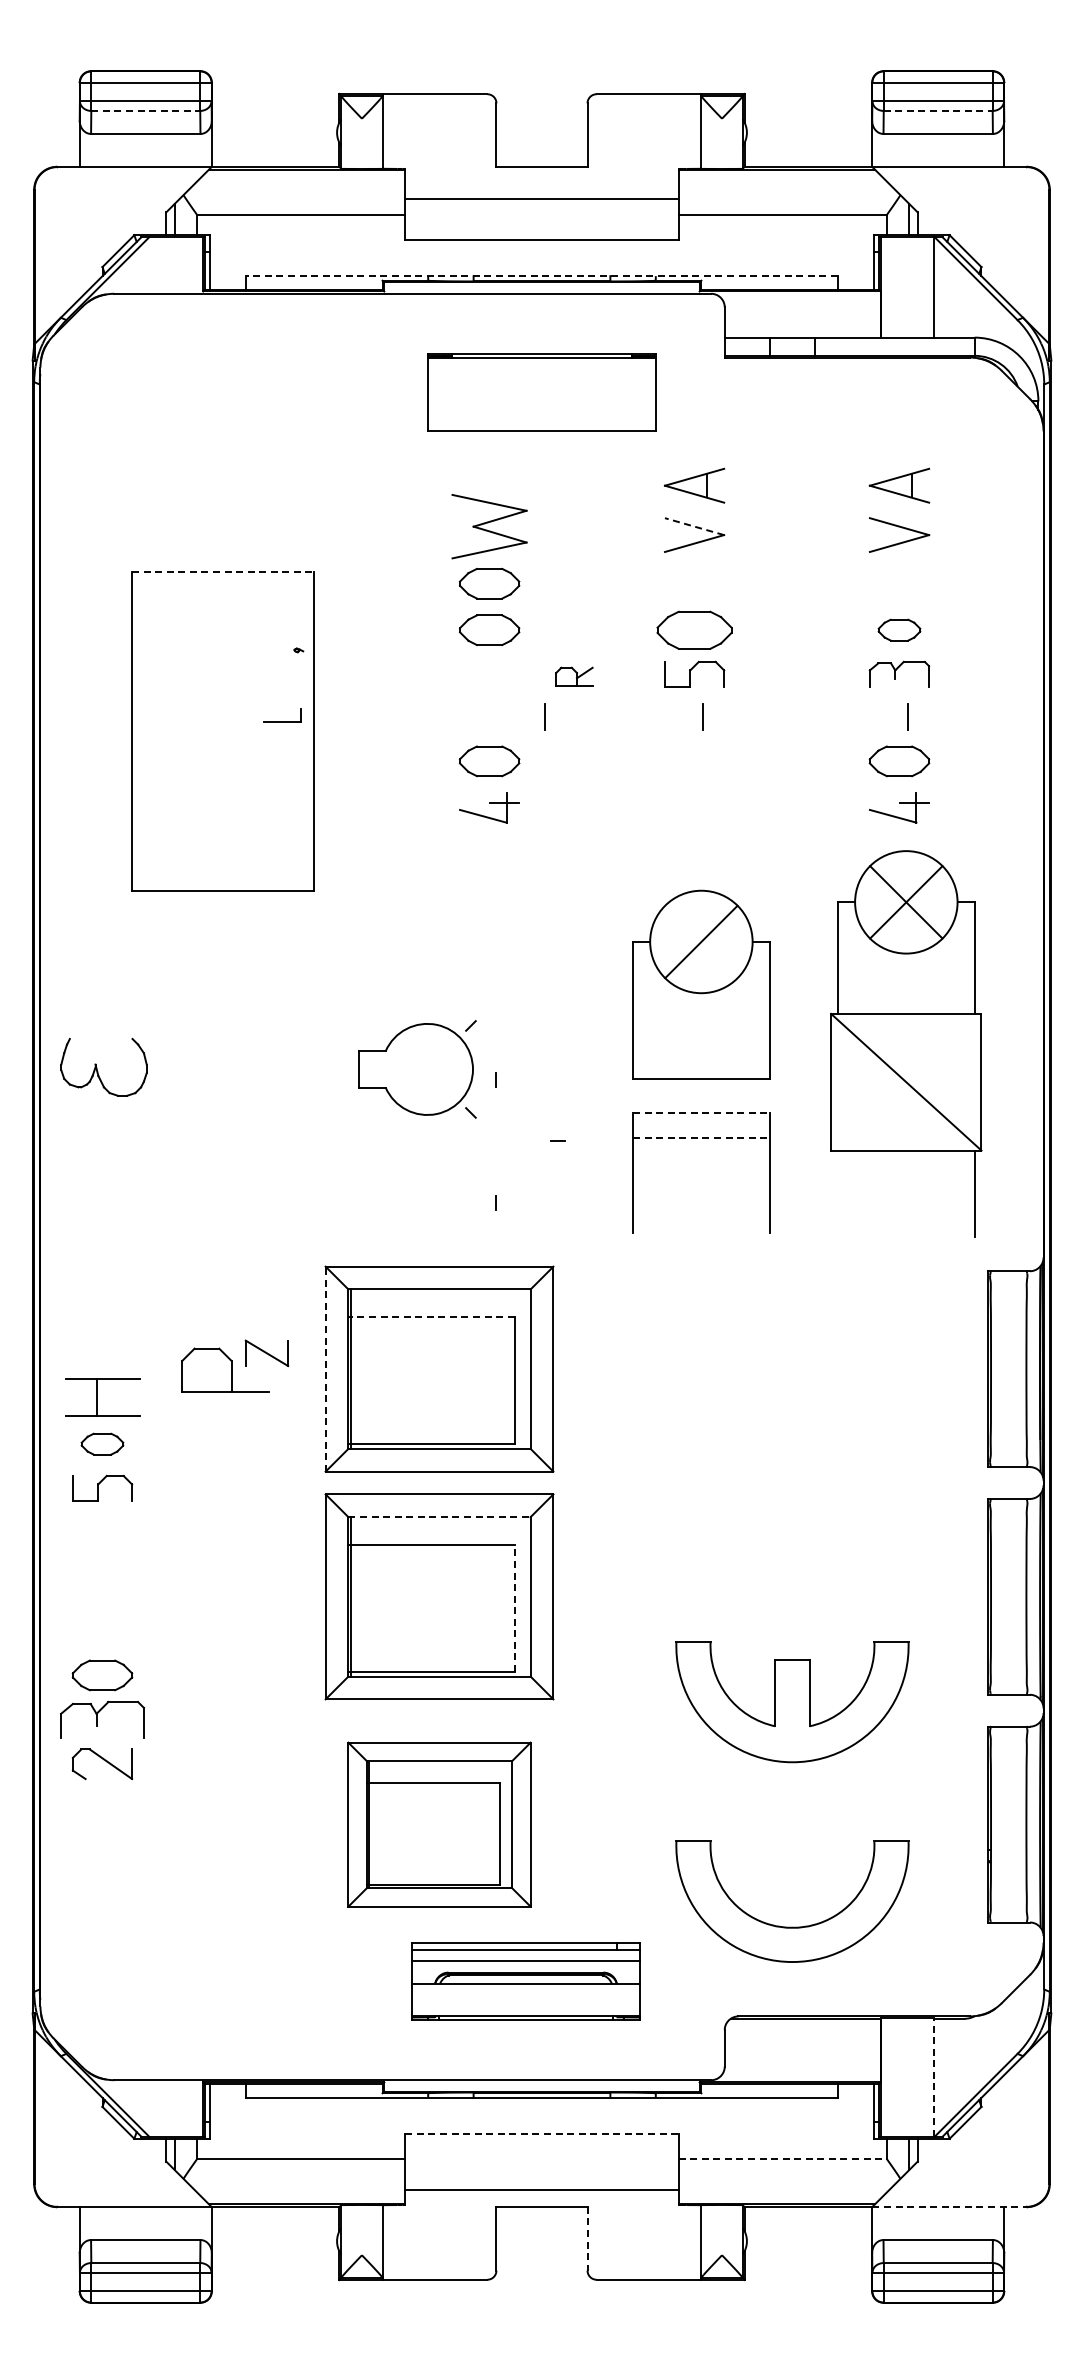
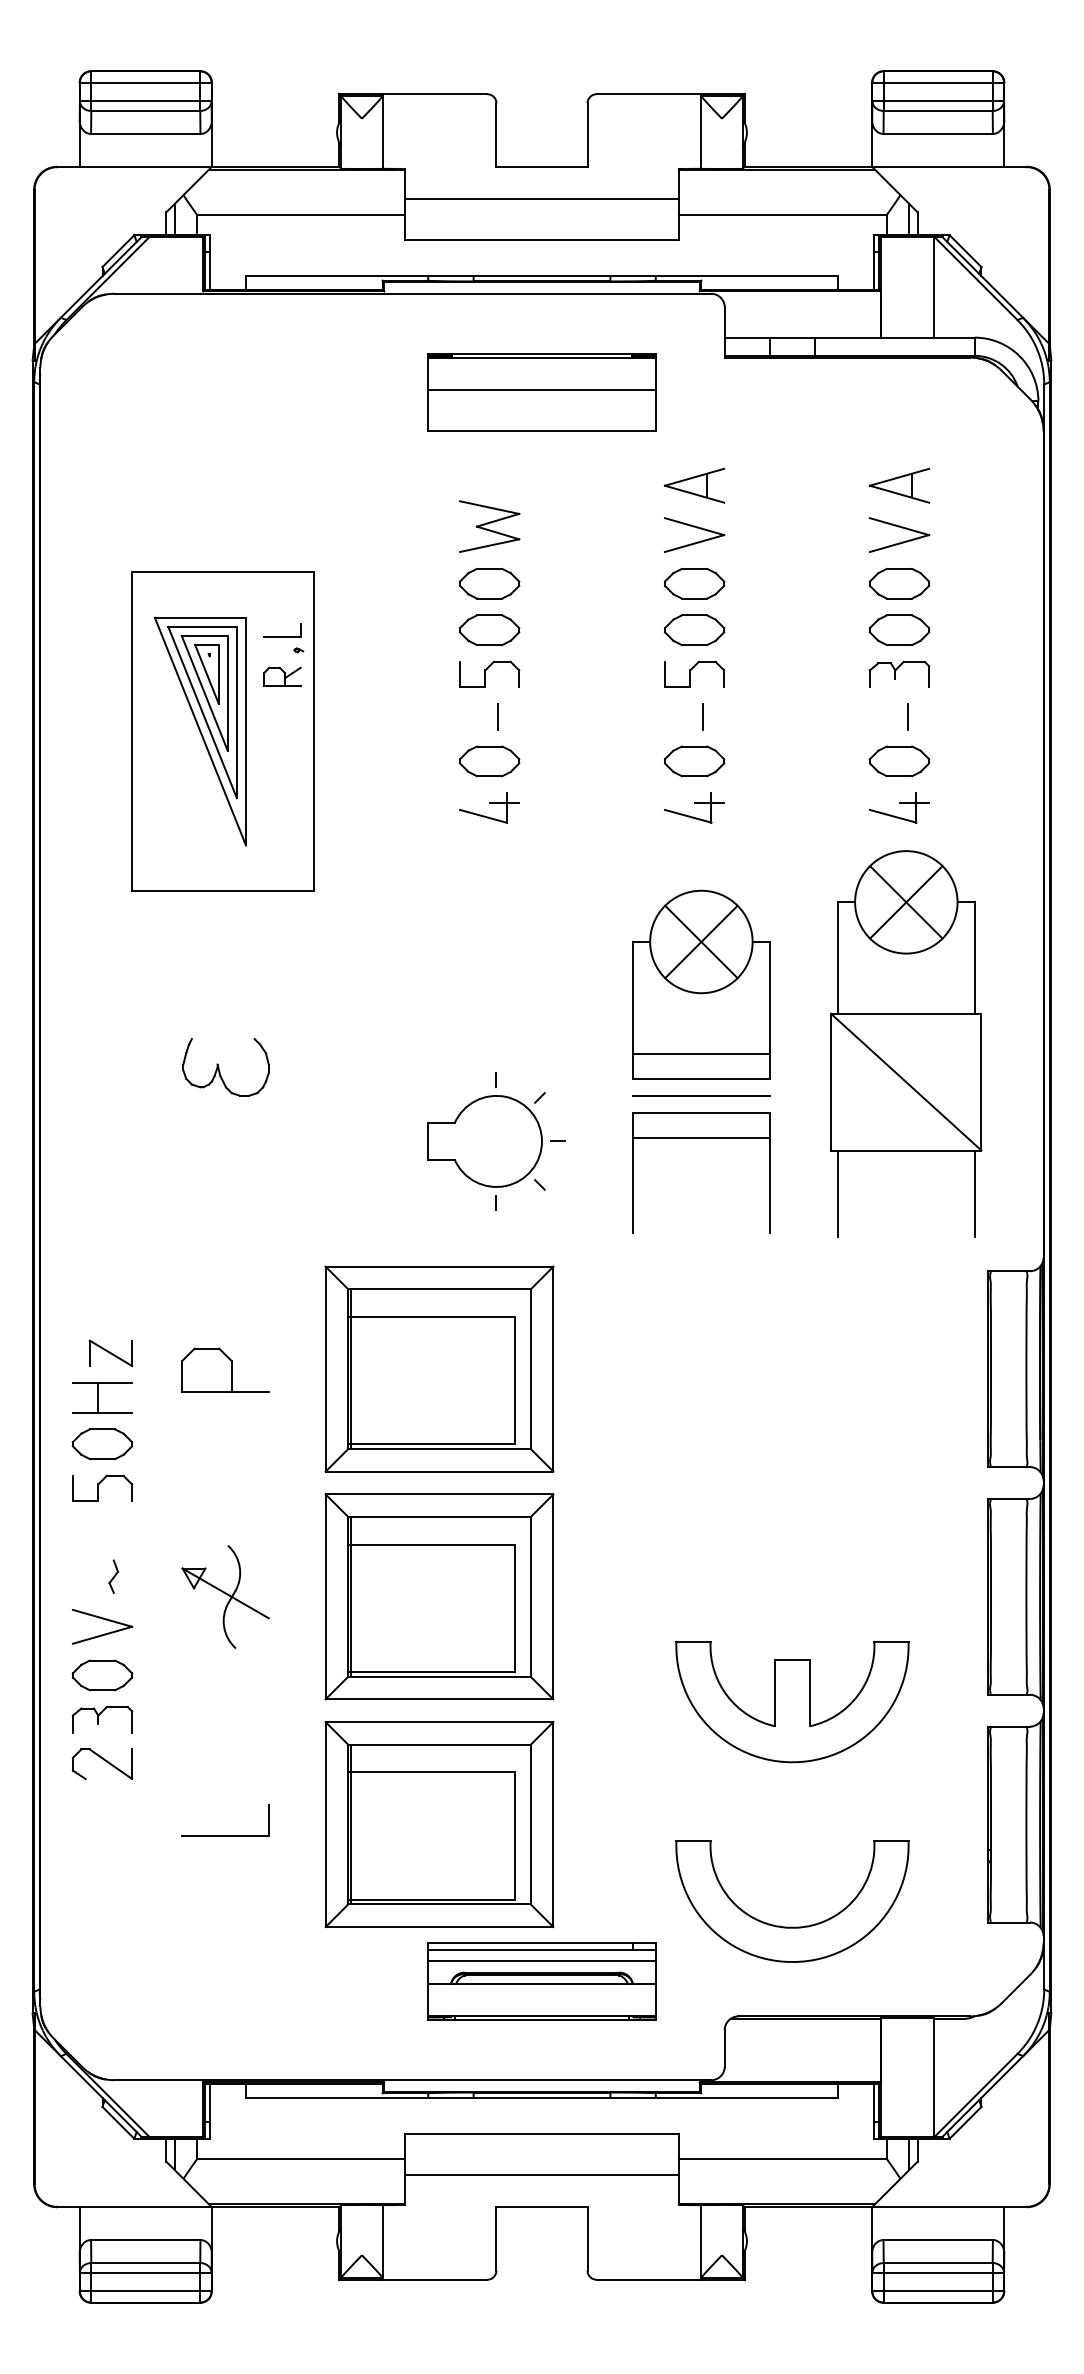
line at (146, 110): dashed -> solid
line at (938, 110): dashed -> solid
line at (541, 276): dashed -> solid
line at (541, 390): none -> present
part at (489, 526) size: 77x66 px -> 62x53 px
line at (694, 526): dashed -> solid
line at (223, 572): dashed -> solid
part at (694, 583): none -> present
part at (899, 583): none -> present
part at (694, 629) size: 77x40 px -> 63x32 px
part at (899, 629) size: 45x24 px -> 63x32 px
part at (489, 673): none -> present
part at (574, 676) position: (574, 676) -> (282, 676)
part at (282, 715) position: (282, 715) -> (282, 630)
line at (544, 716) position: (544, 716) -> (497, 716)
part at (199, 731): none -> present
part at (694, 761): none -> present
part at (694, 807): none -> present
line at (701, 941): none -> present
line at (701, 1053): none -> present
part at (97, 1067) position: (97, 1067) -> (219, 1067)
part at (417, 1069) position: (417, 1069) -> (486, 1141)
line at (701, 1095): none -> present
line at (701, 1112): dashed -> solid
line at (701, 1137): dashed -> solid
line at (838, 1193): none -> present
line at (431, 1316): dashed -> solid
part at (266, 1353) position: (266, 1353) -> (110, 1353)
line at (325, 1368): dashed -> solid
part at (102, 1397) size: 76x39 px -> 61x32 px
part at (102, 1443) size: 45x24 px -> 63x32 px
line at (440, 1517): dashed -> solid
part at (113, 1576): none -> present
part at (225, 1596): none -> present
line at (514, 1608): dashed -> solid
part at (105, 1620): none -> present
part at (102, 1719) size: 85x39 px -> 63x28 px
part at (439, 1824) size: 185x167 px -> 231x208 px
part at (225, 1835): none -> present
part at (525, 1981) position: (525, 1981) -> (541, 1981)
line at (933, 2077): dashed -> solid
line at (542, 2134): dashed -> solid
line at (782, 2158): dashed -> solid
line at (541, 2190) position: (541, 2190) -> (541, 2175)
line at (950, 2206): dashed -> solid
line at (587, 2238): dashed -> solid
